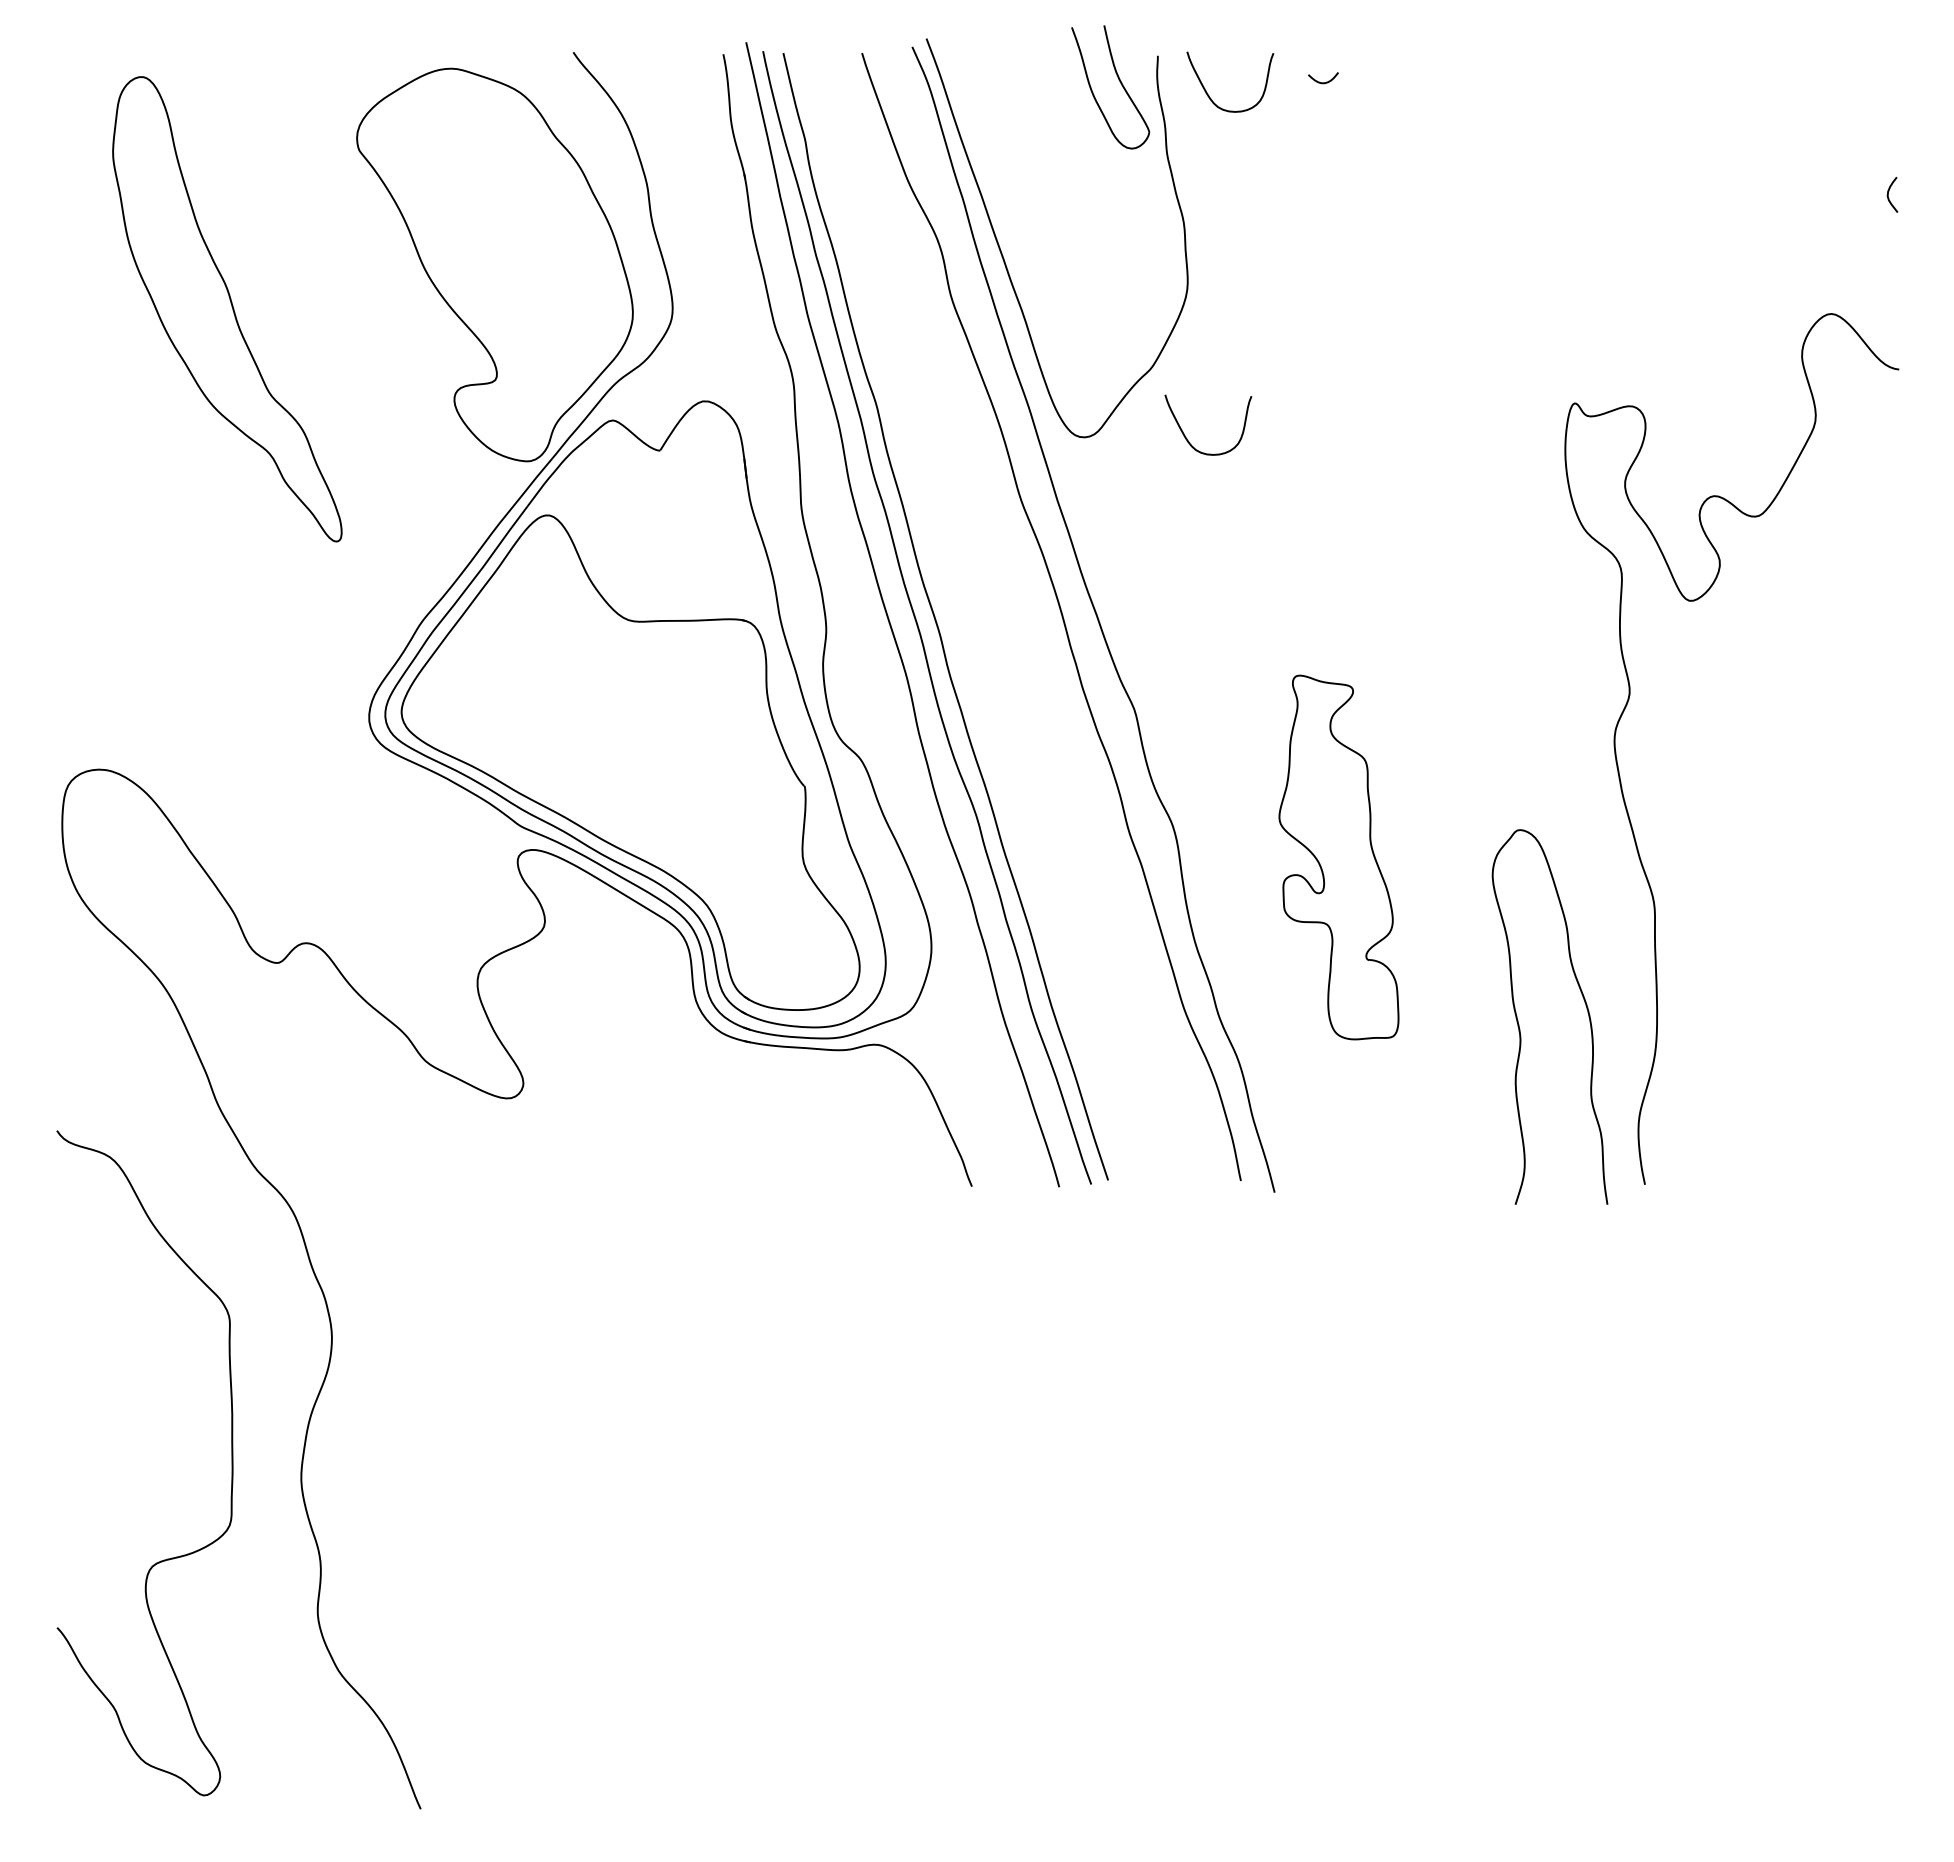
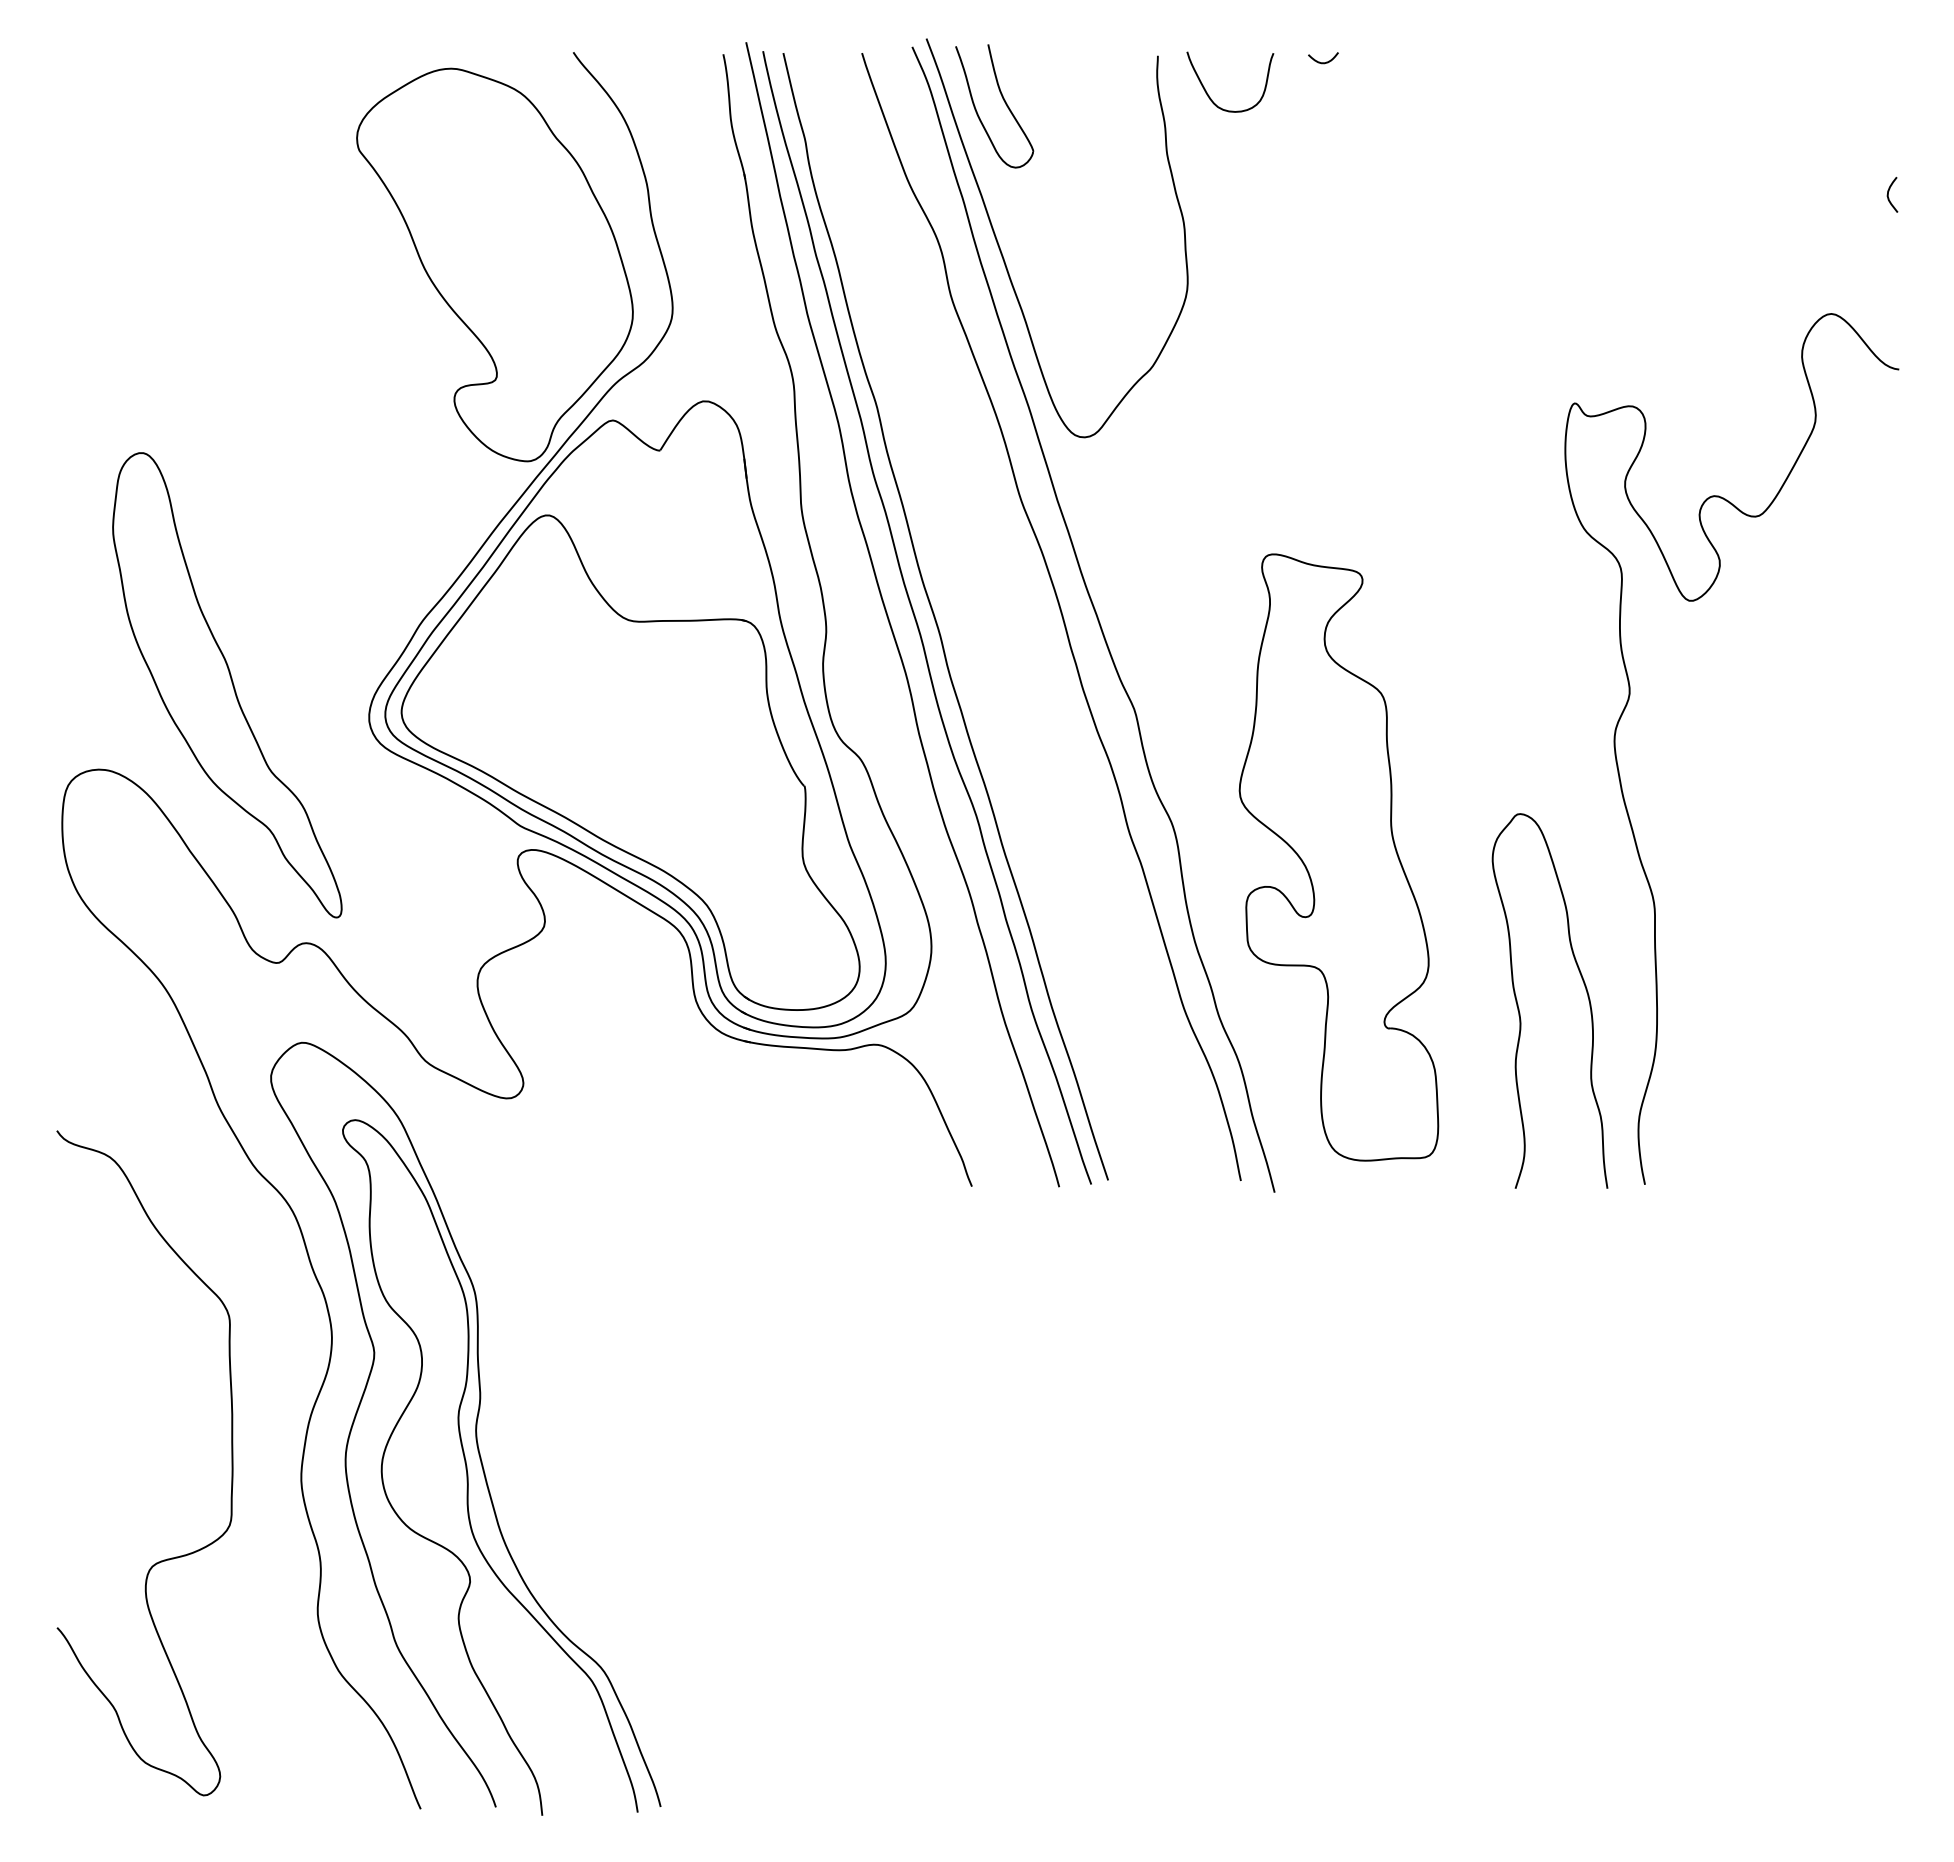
part at (1118, 80) position: (1118, 80) -> (1002, 99)
curve at (1323, 82) position: (1323, 82) -> (1323, 62)
part at (227, 309) position: (227, 309) -> (227, 685)
curve at (1187, 438): present -> none
part at (1338, 857) size: 122x367 px -> 202x609 px
curve at (1519, 1024) position: (1519, 1024) -> (1519, 1008)
part at (465, 1428): none -> present
